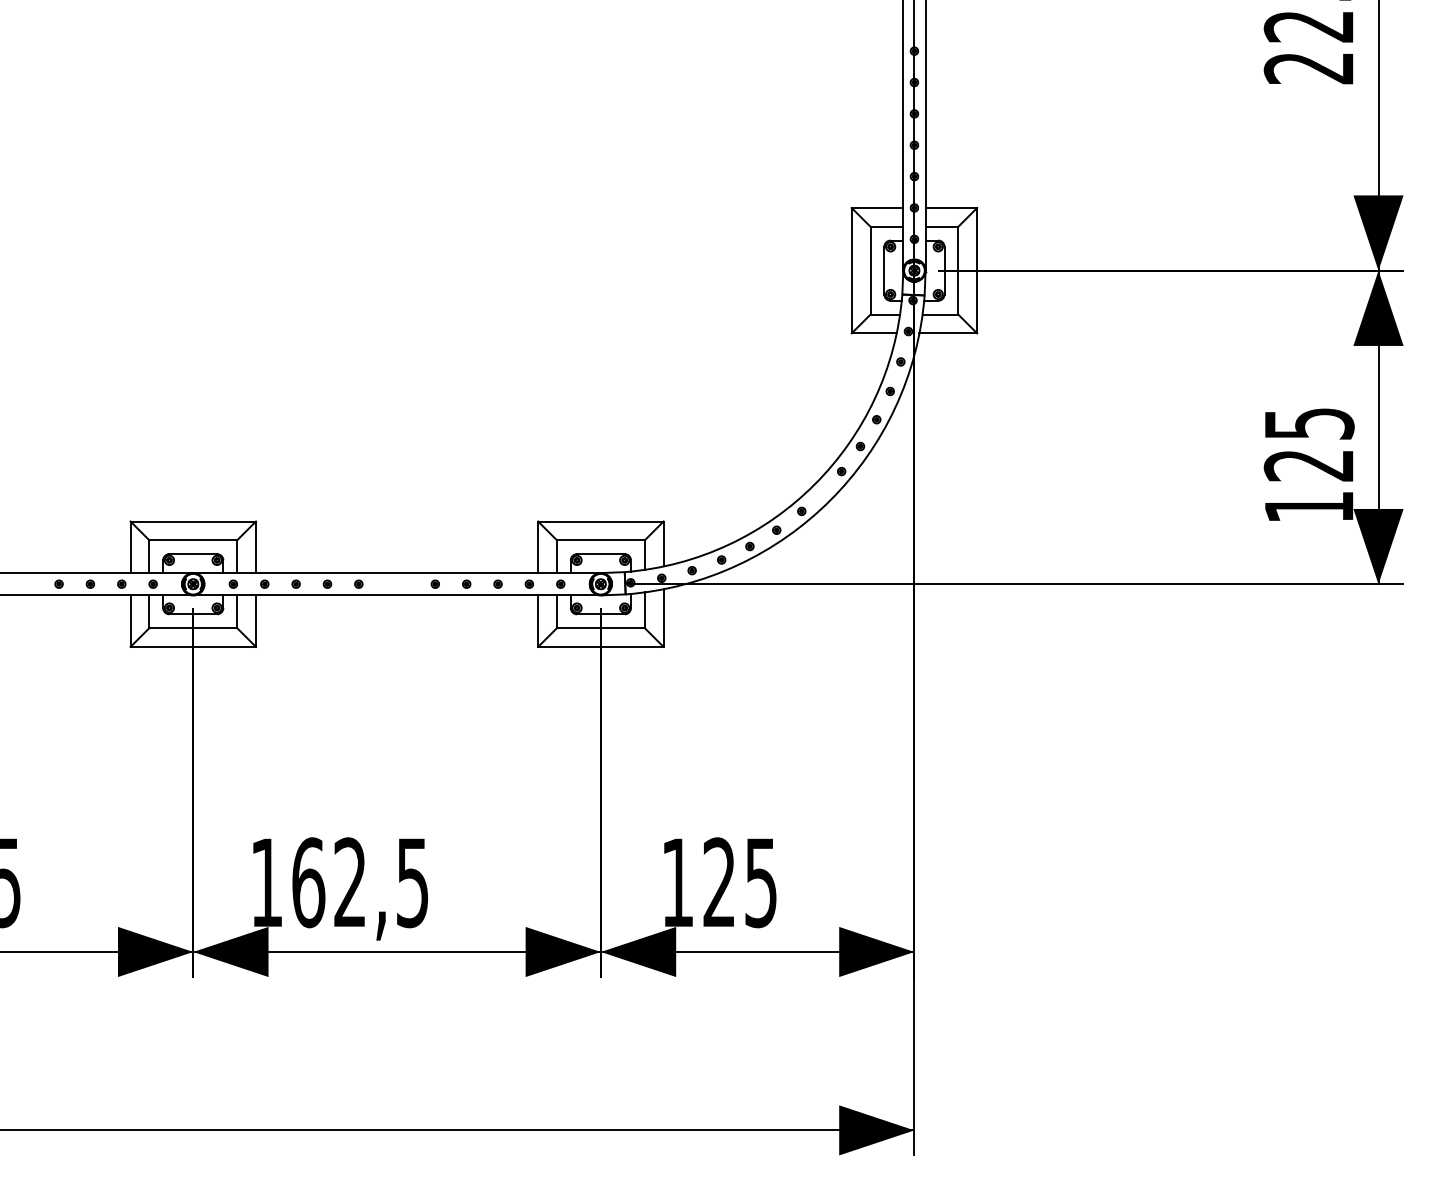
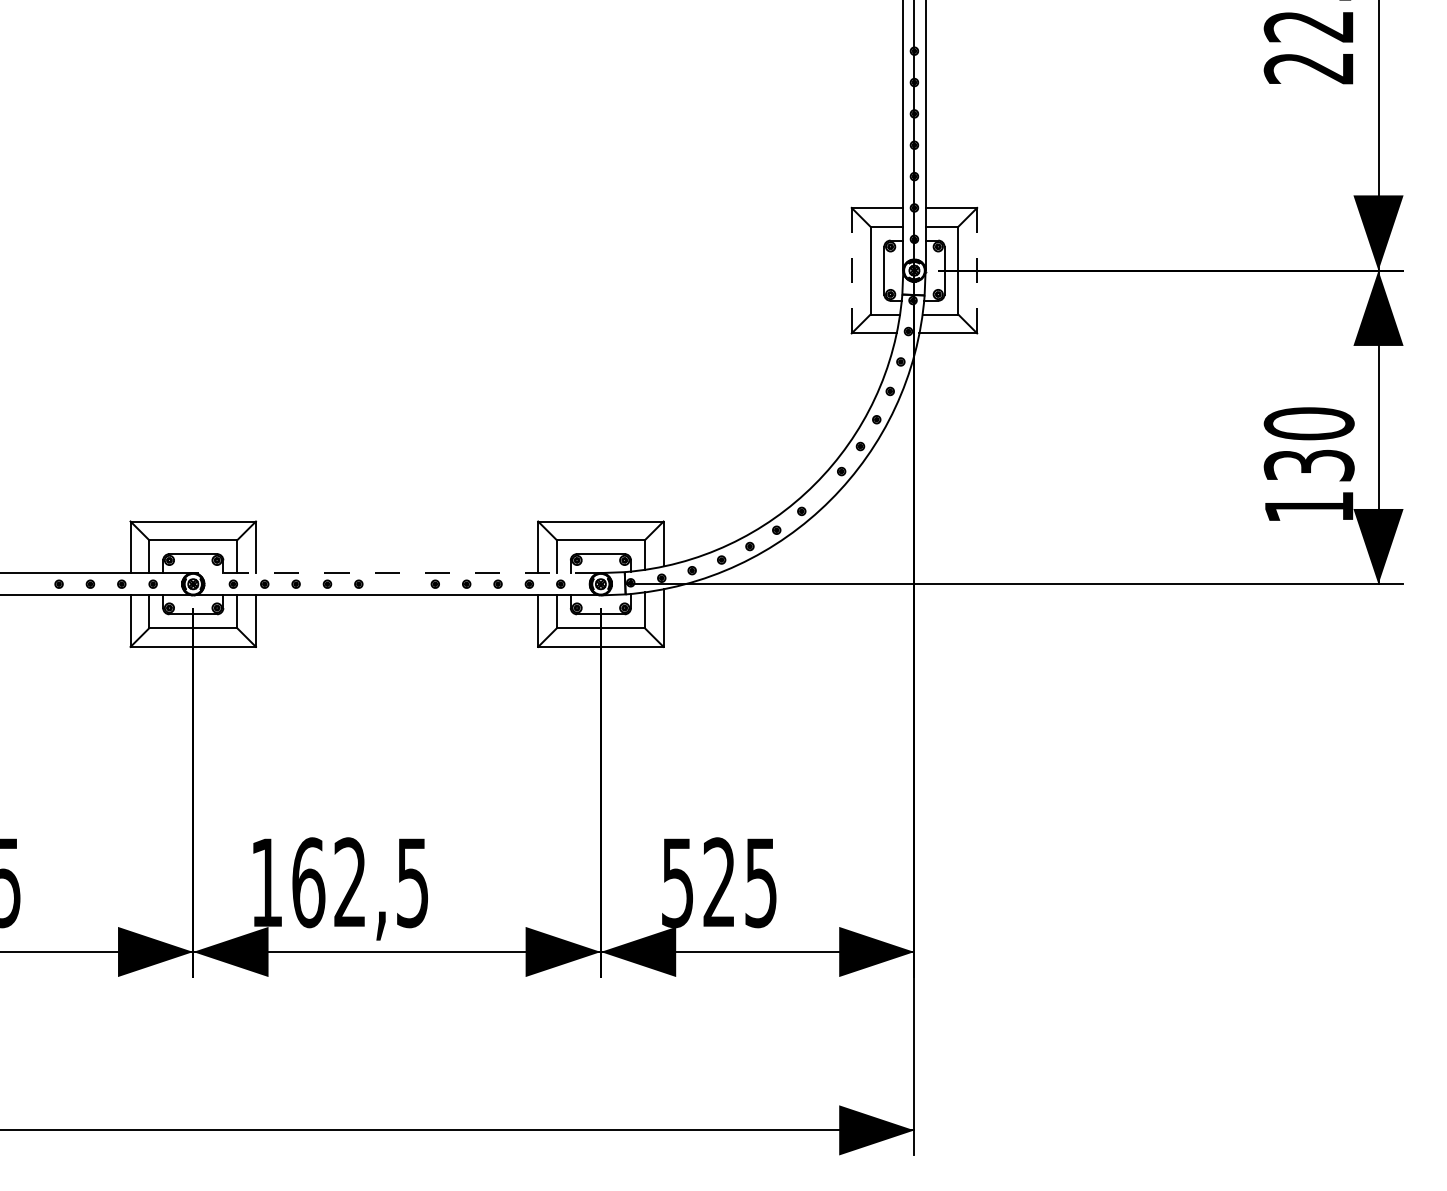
line at (851, 270): solid -> dashed
line at (977, 270): solid -> dashed
text at (1308, 444): 125 -> 130
line at (396, 573): solid -> dashed
text at (677, 883): 125 -> 525
